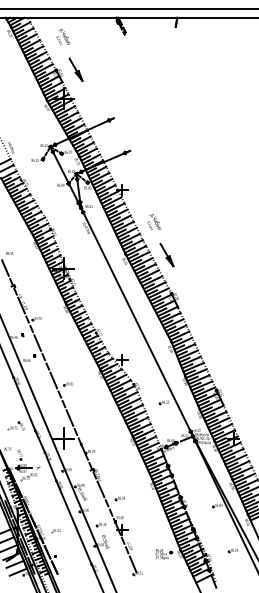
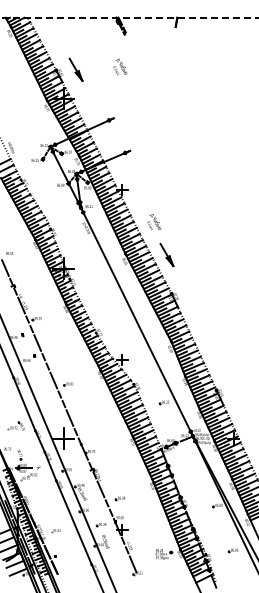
line at (128, 9): present -> none
line at (129, 17): solid -> dashed
text at (63, 36) position: (63, 36) -> (120, 66)
